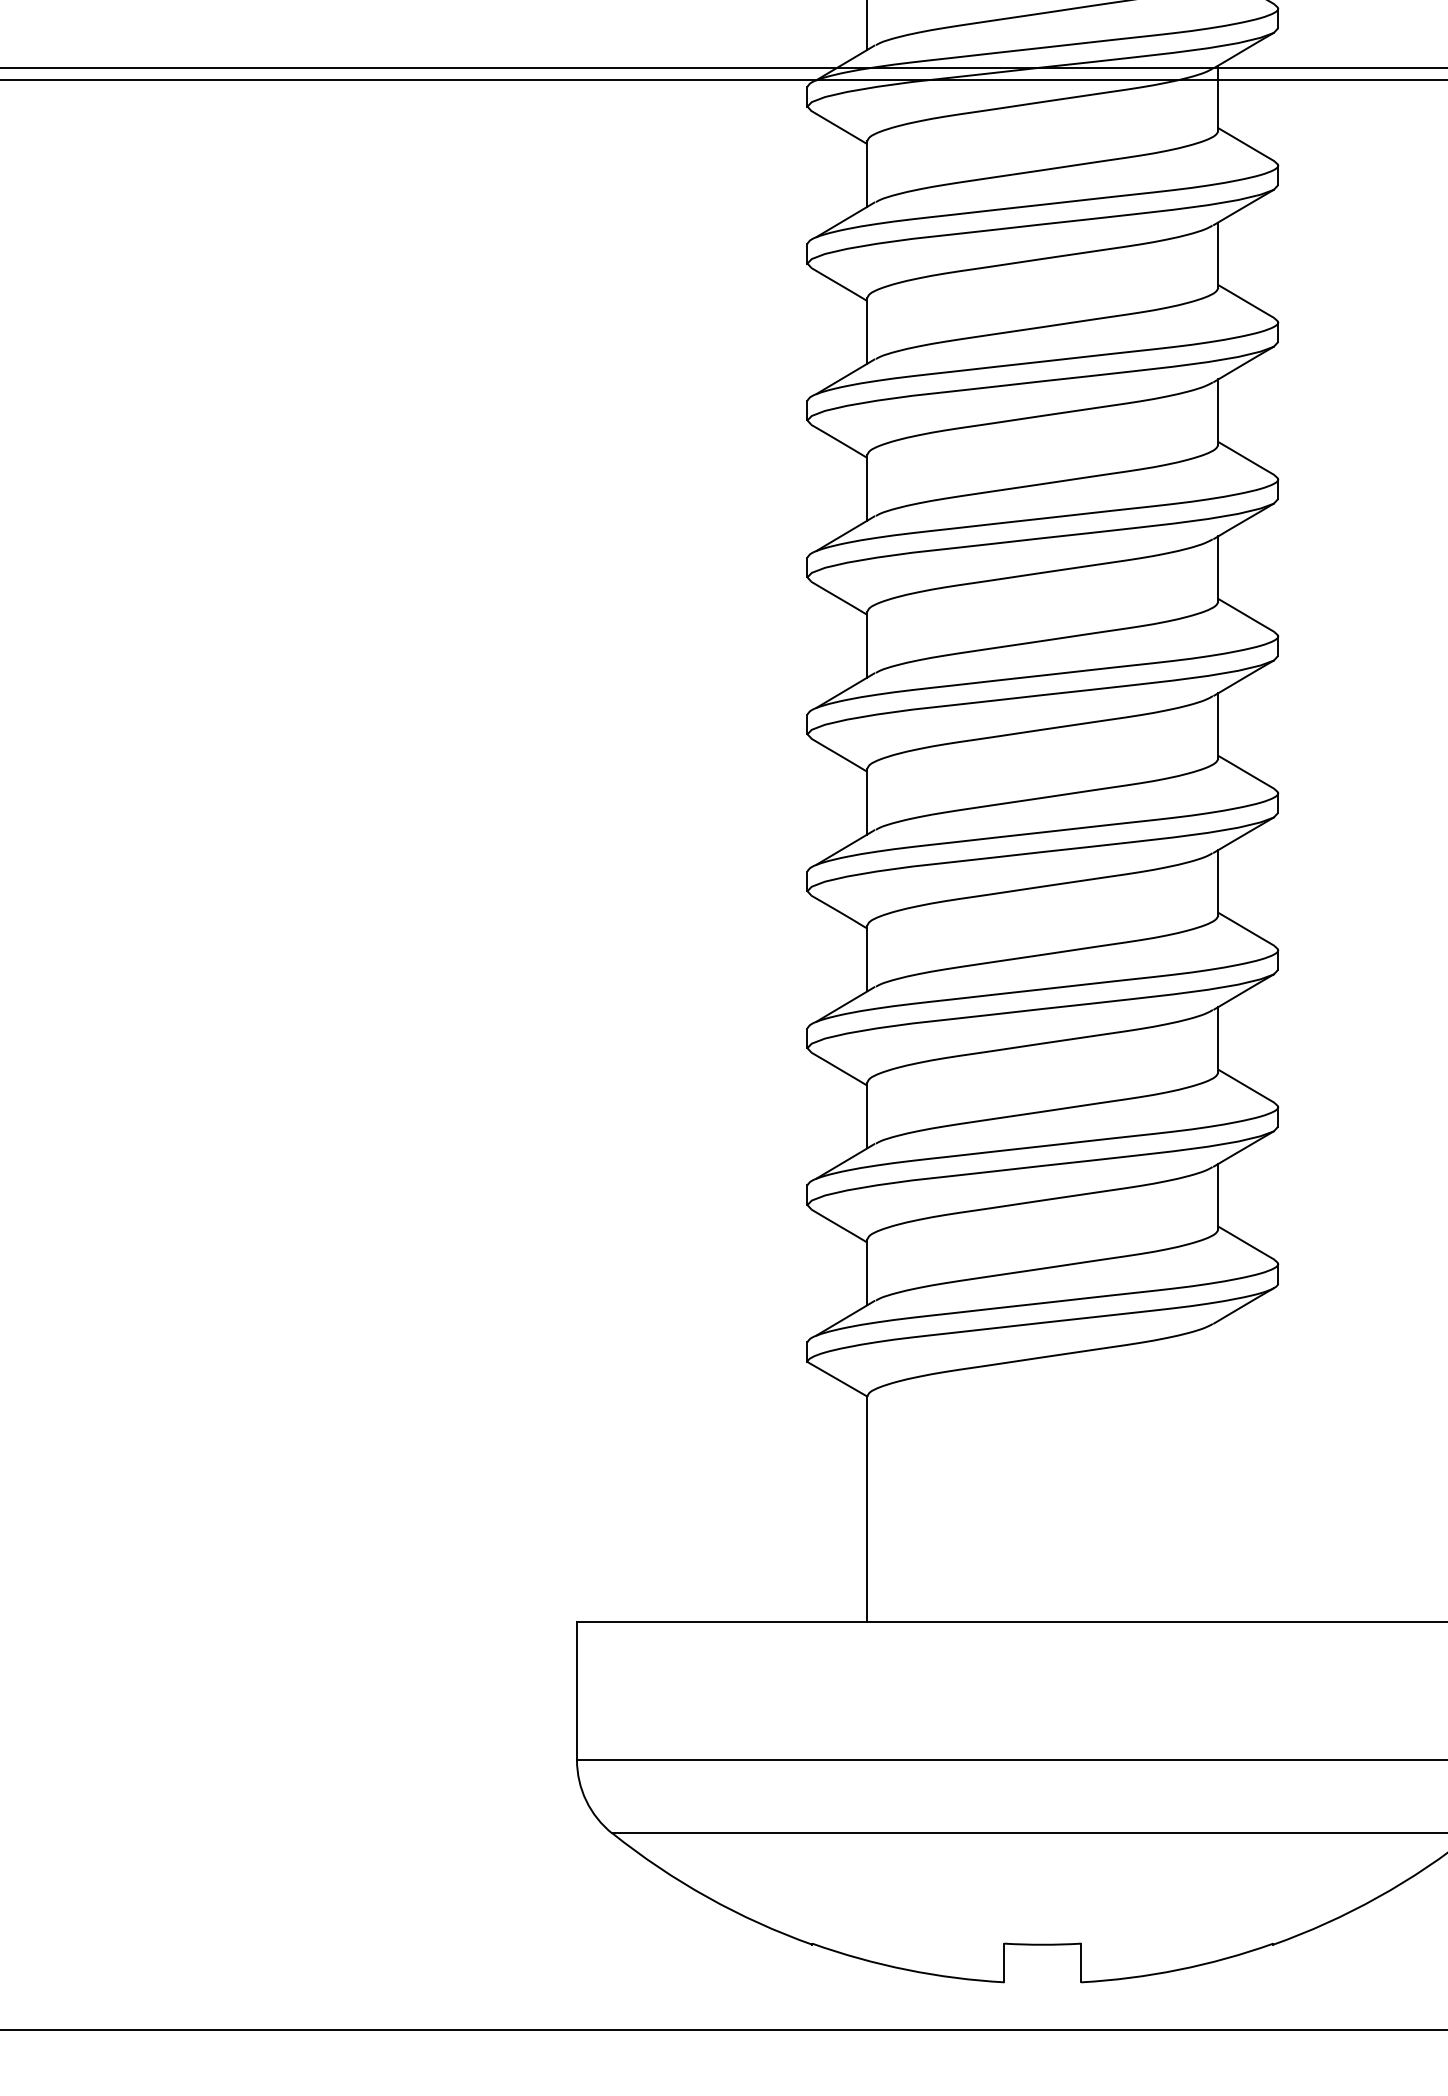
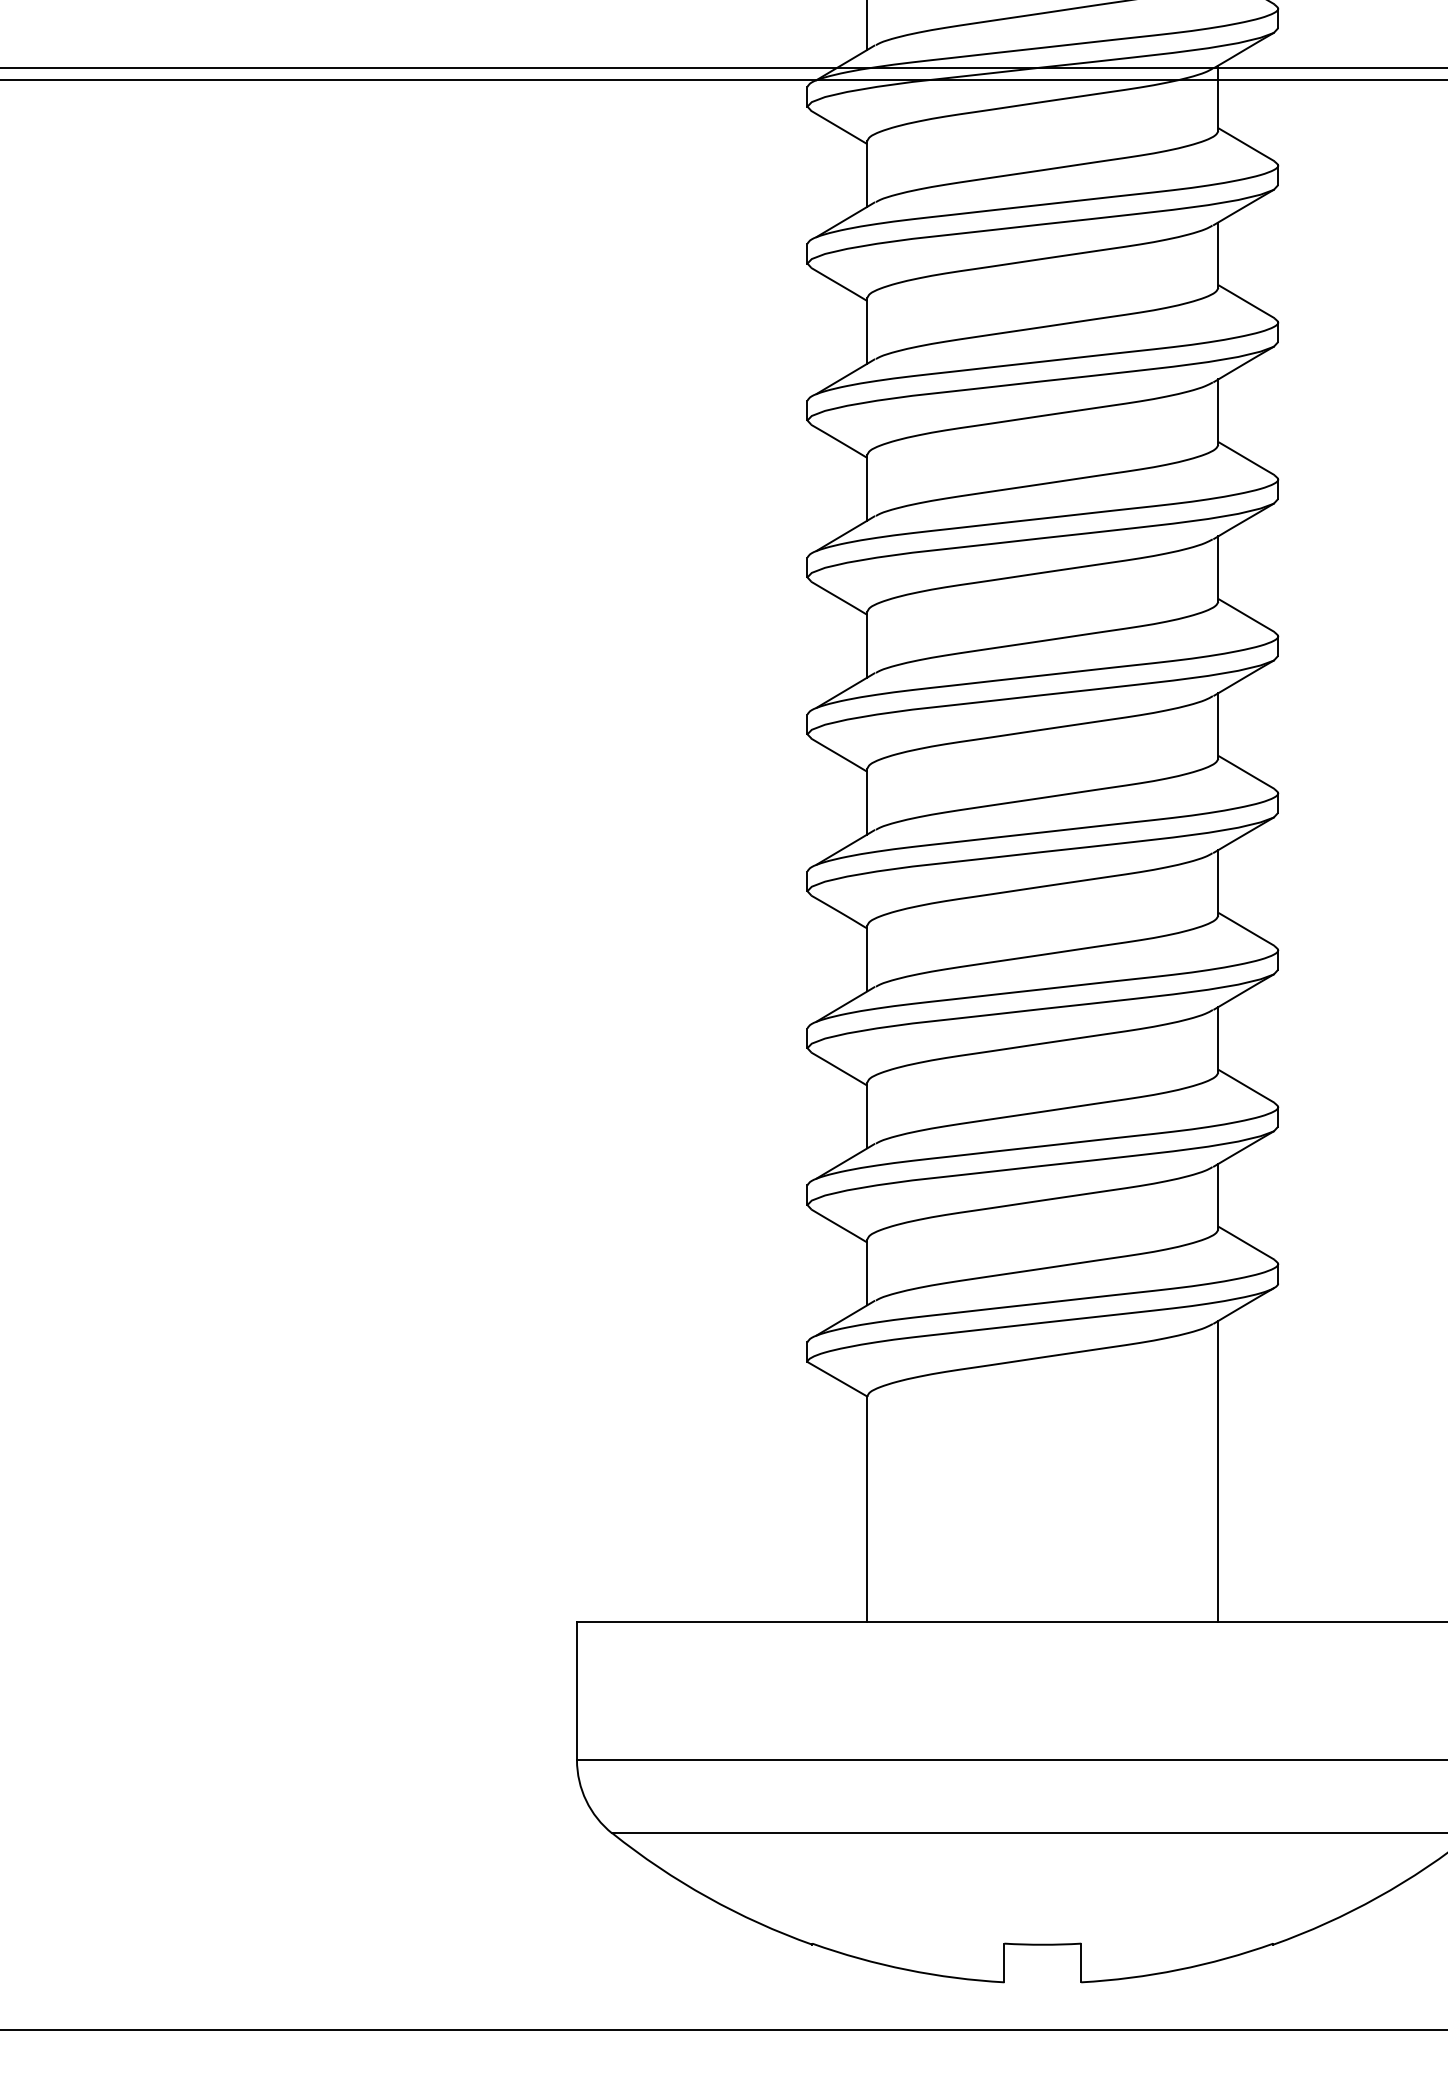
line at (1218, 1471): none -> present
